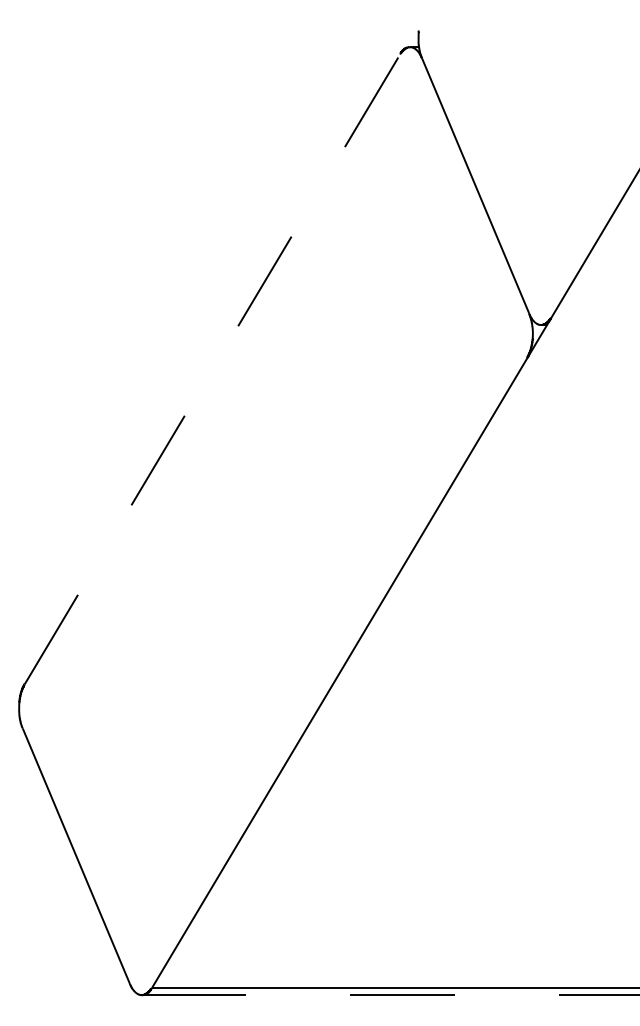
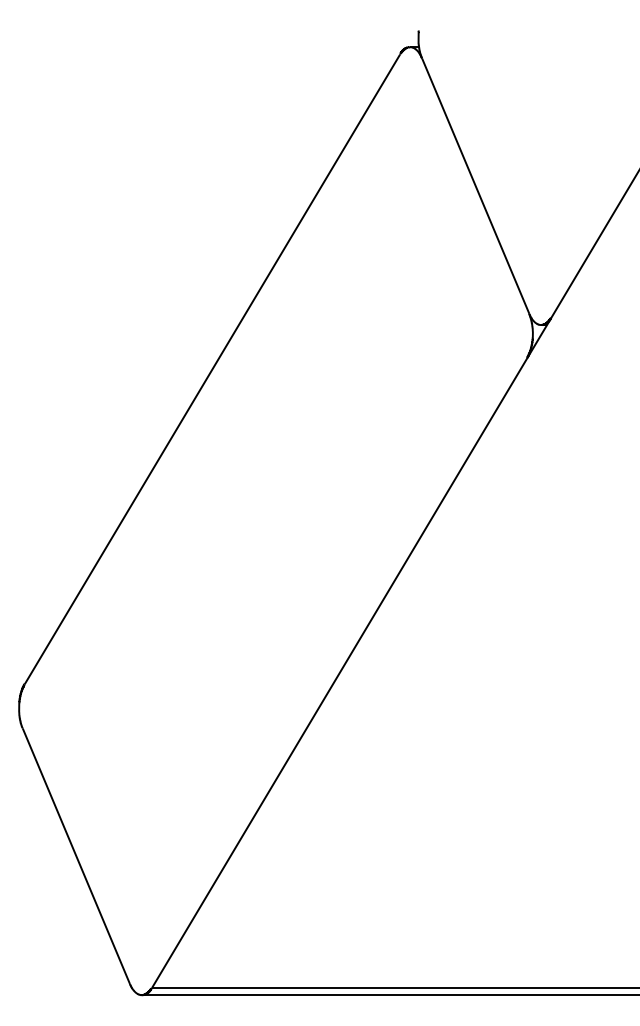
line at (212, 369): dashed -> solid
line at (390, 995): dashed -> solid
